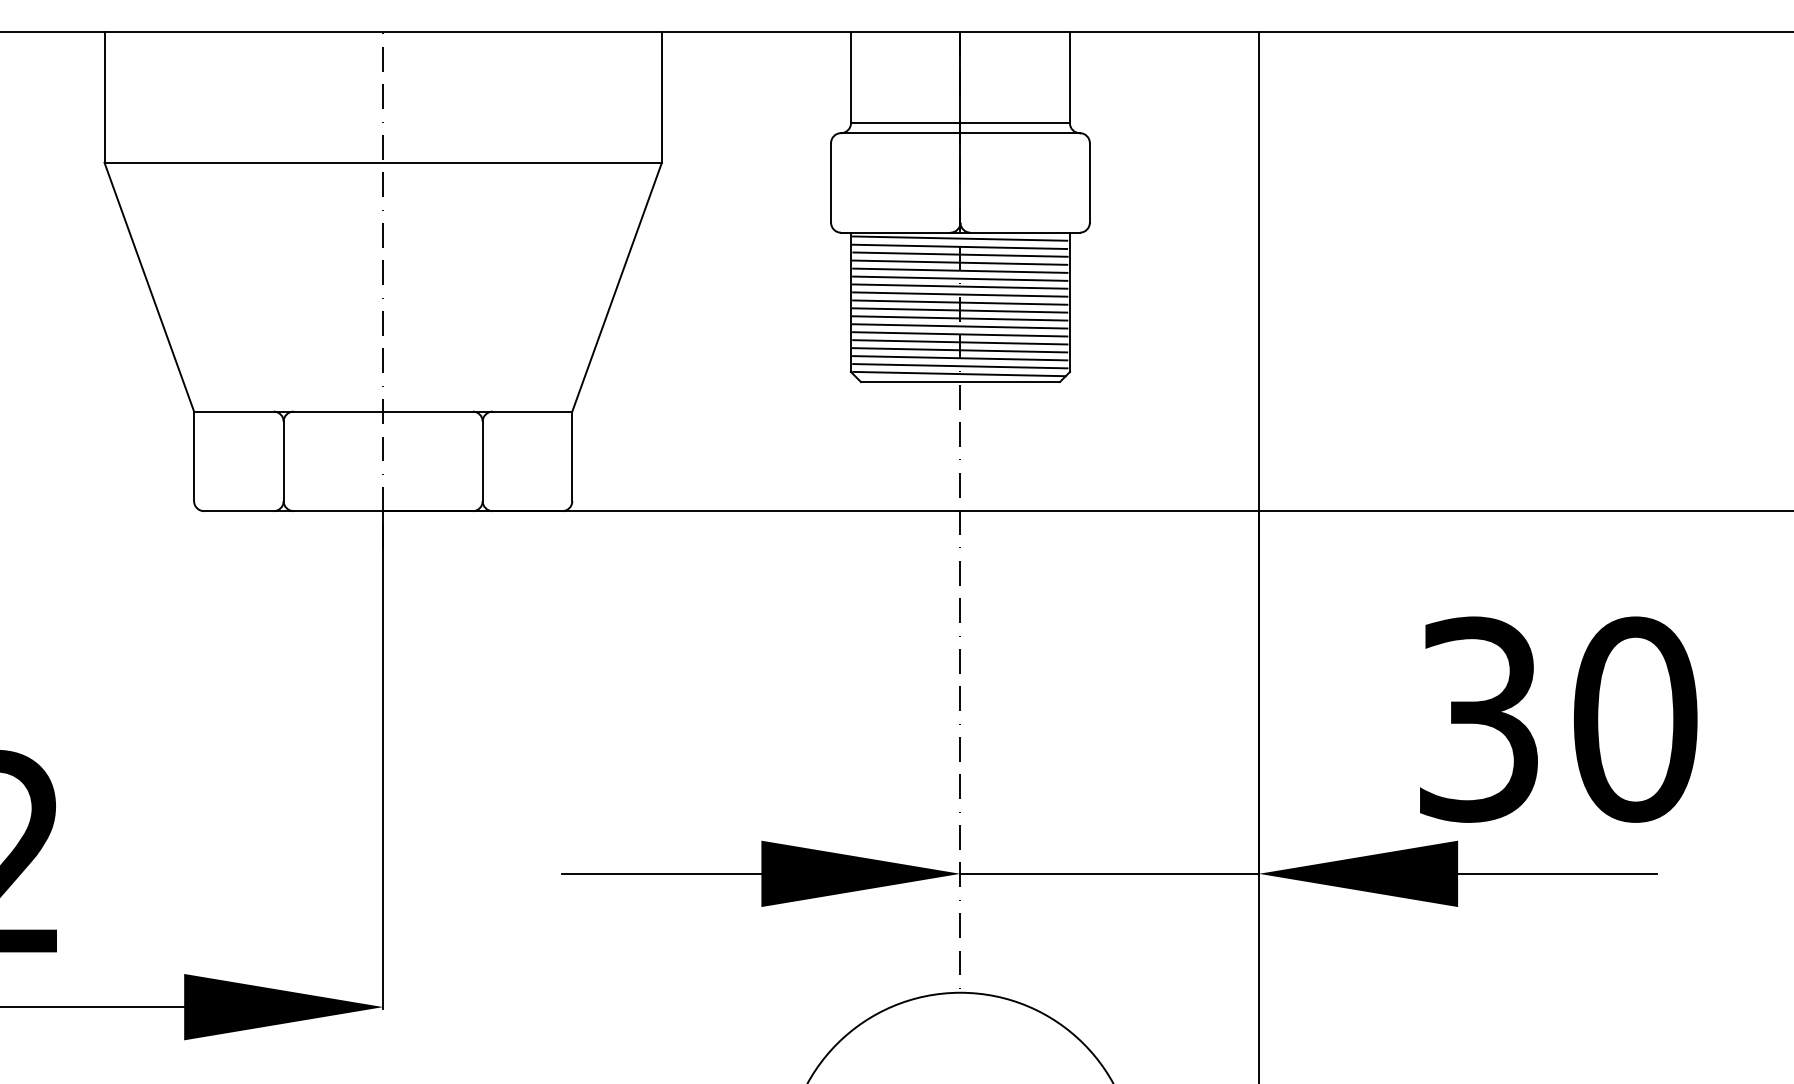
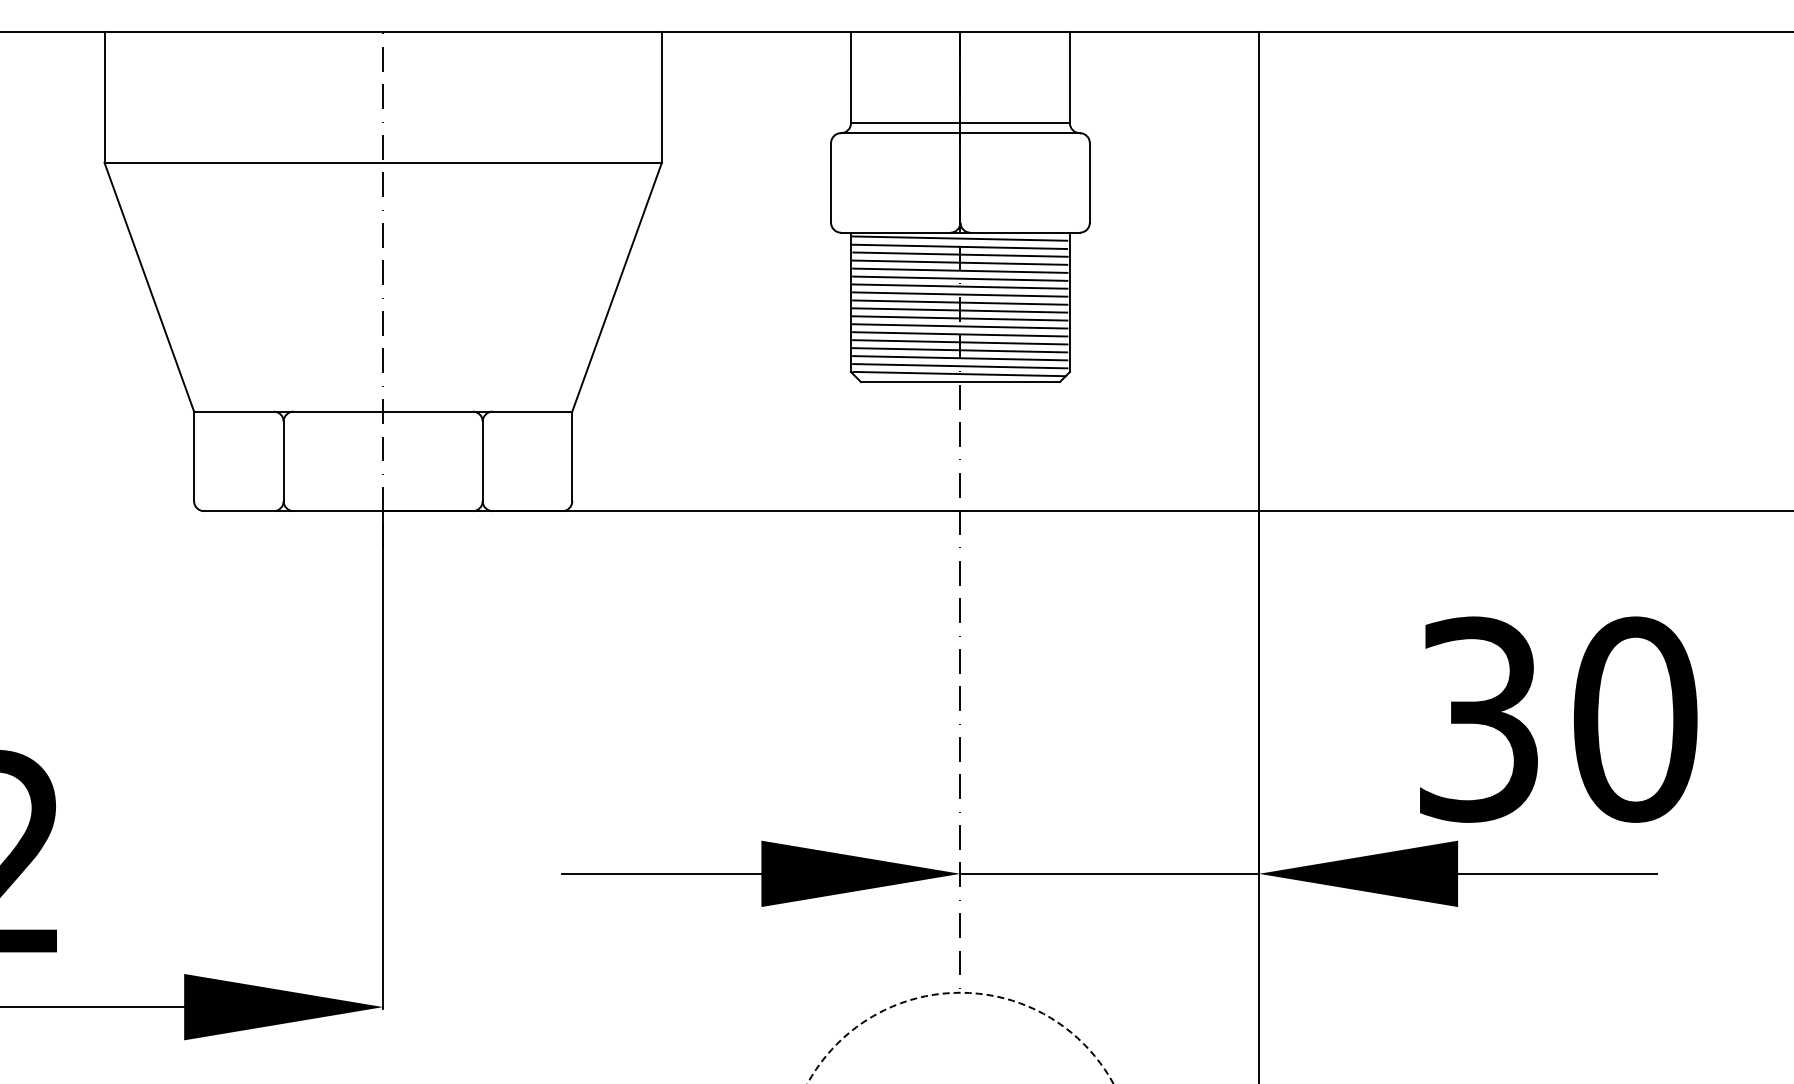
circle at (960, 1037): solid -> dashed
